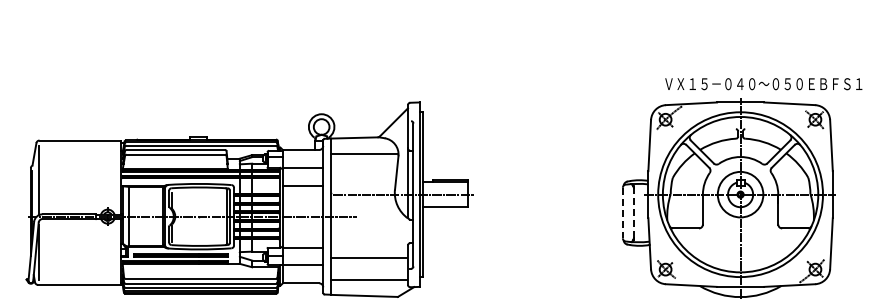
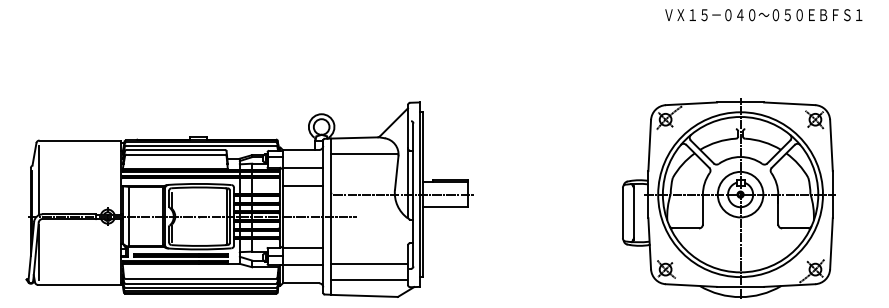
text at (763, 84) position: (763, 84) -> (763, 15)
line at (633, 212): dashed -> solid
line at (622, 213): dashed -> solid
line at (368, 258) position: (368, 258) -> (368, 264)
